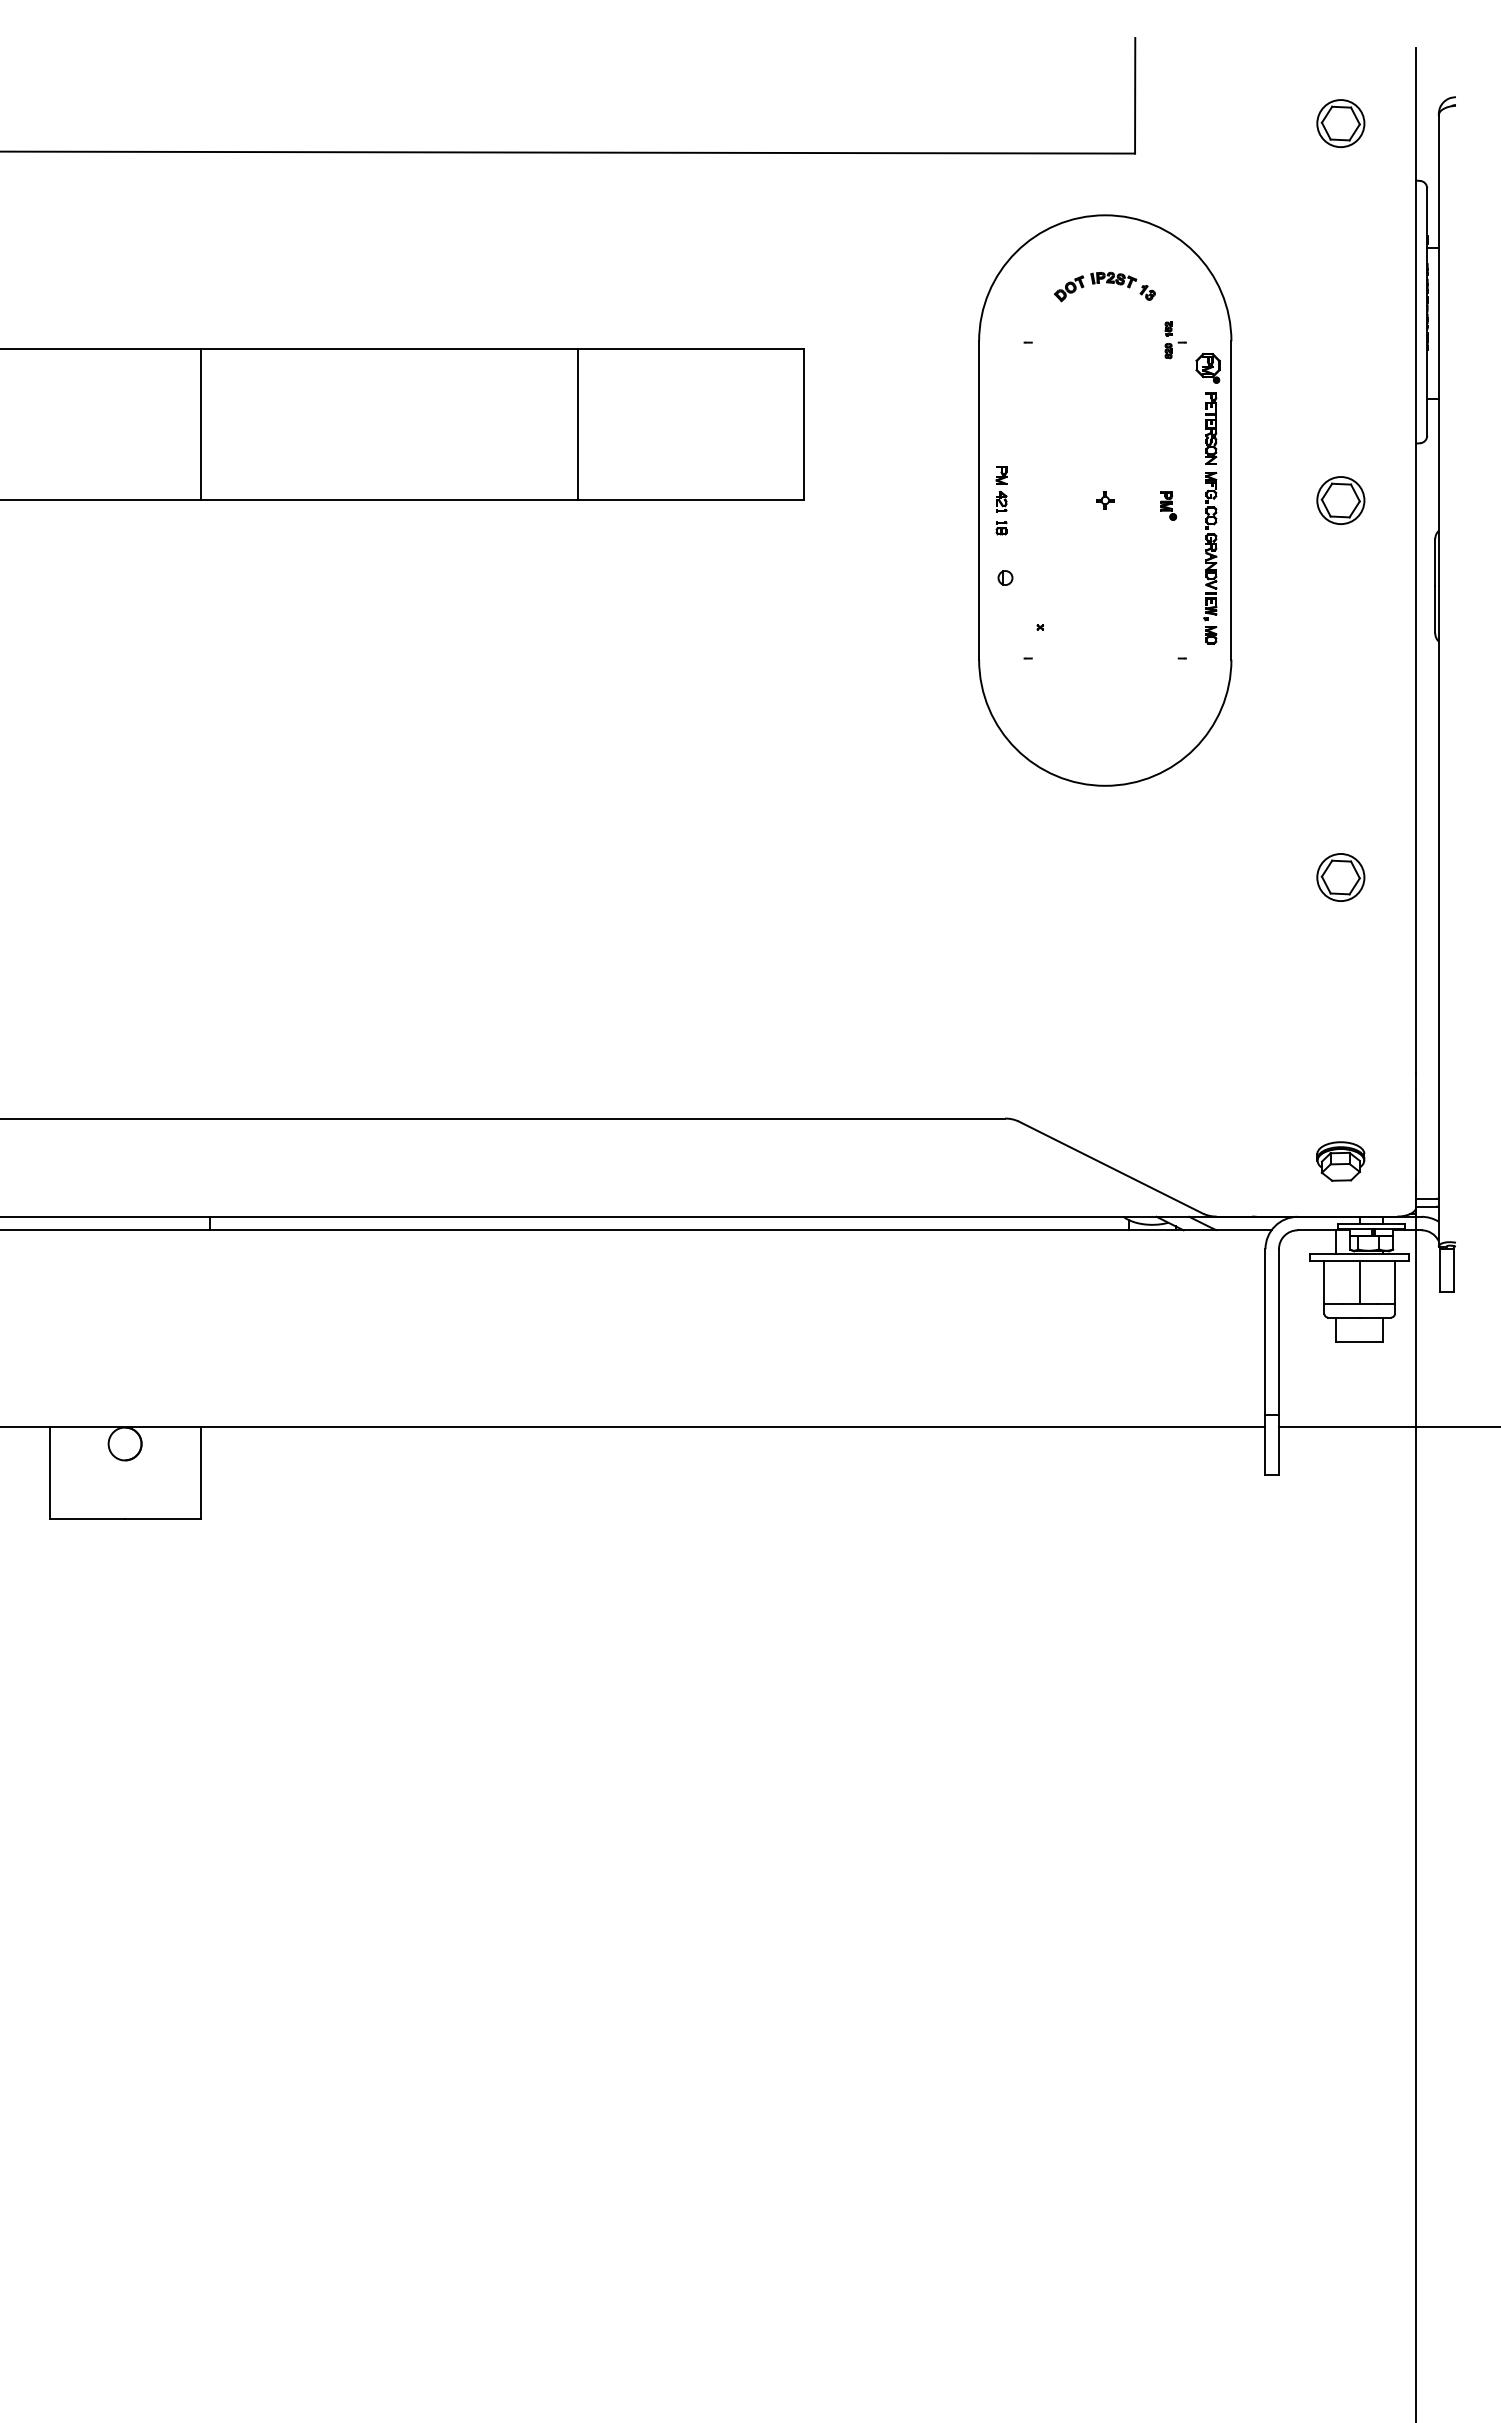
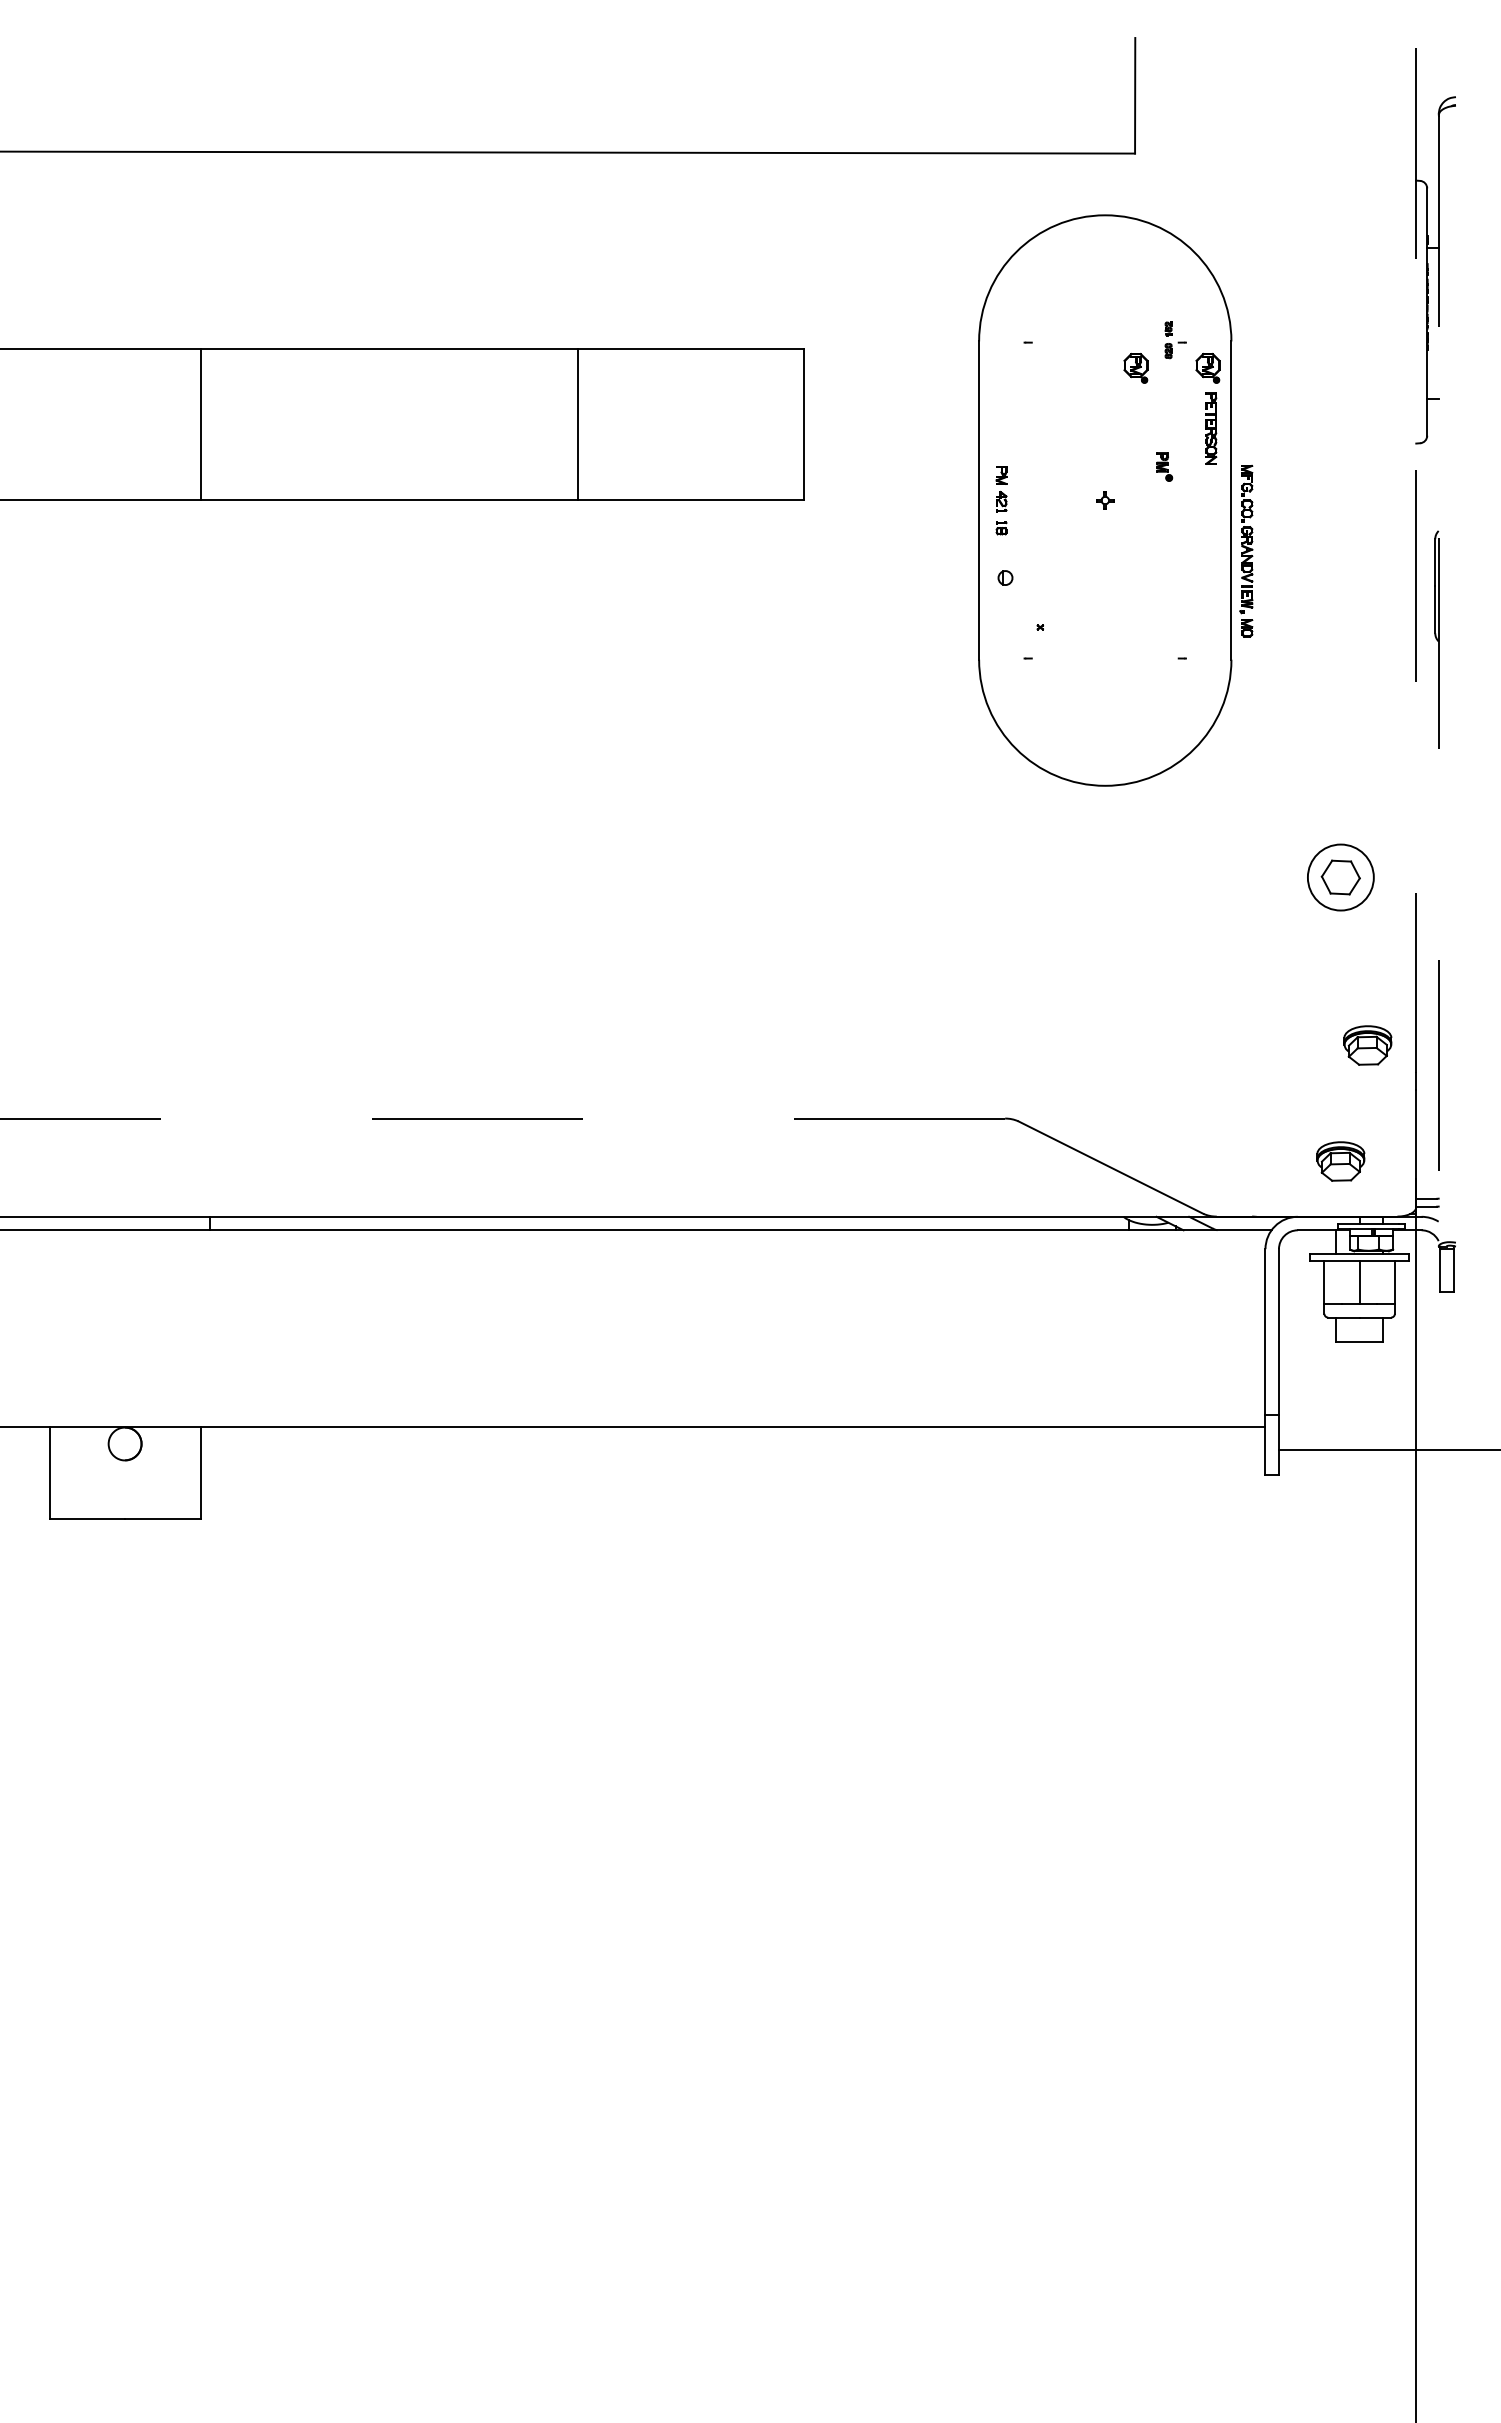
part at (1340, 123): present -> none
part at (1104, 286): present -> none
part at (1135, 368): none -> present
part at (1340, 500): present -> none
part at (1168, 505) position: (1168, 505) -> (1164, 466)
part at (1210, 558) position: (1210, 558) -> (1246, 551)
line at (1416, 560): solid -> dashed
line at (1438, 681): solid -> dashed
circle at (1340, 877) diameter: 47 px -> 66 px
part at (1367, 1045): none -> present
line at (502, 1118): solid -> dashed
line at (1387, 1426) position: (1387, 1426) -> (1387, 1449)
